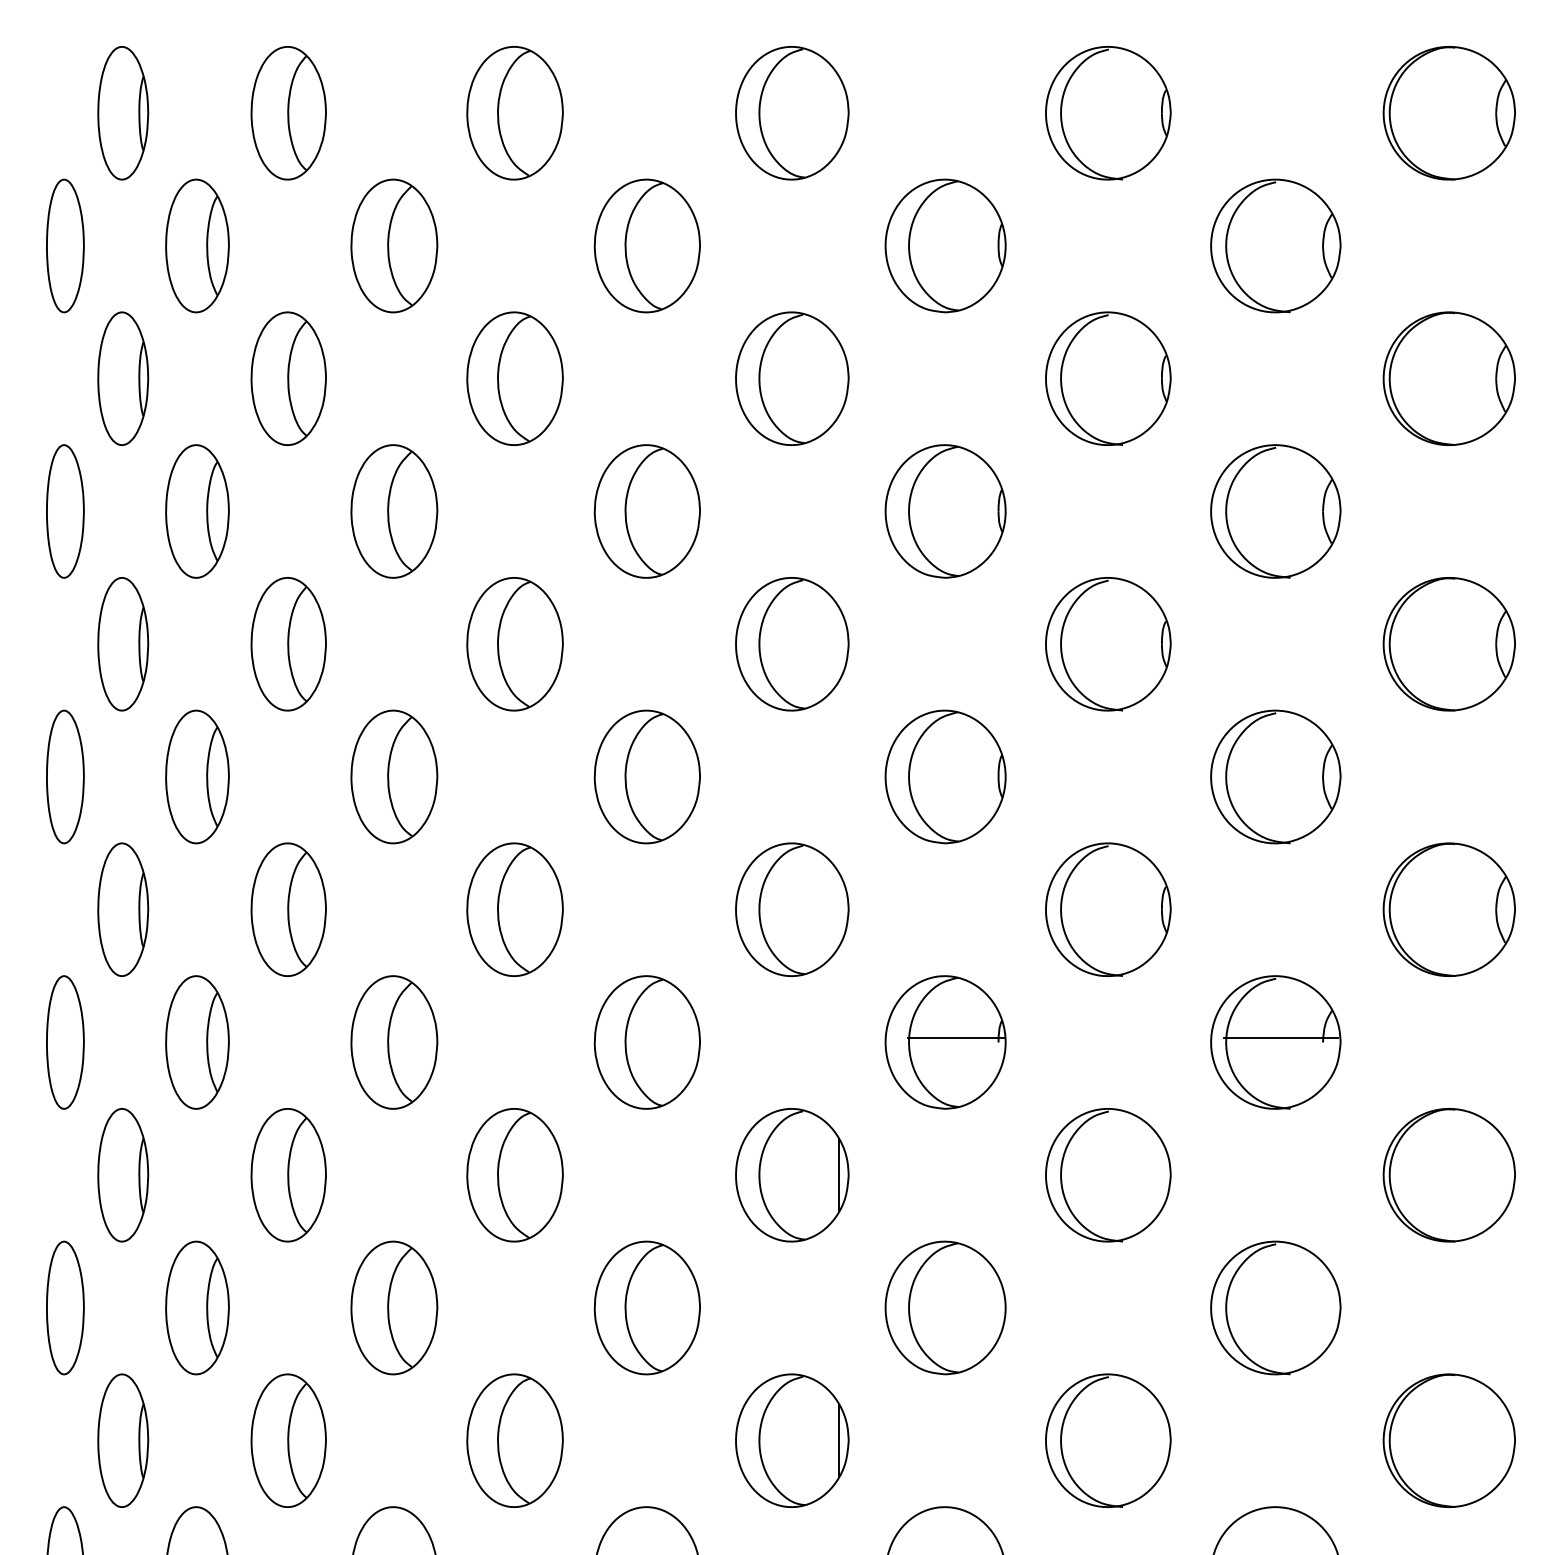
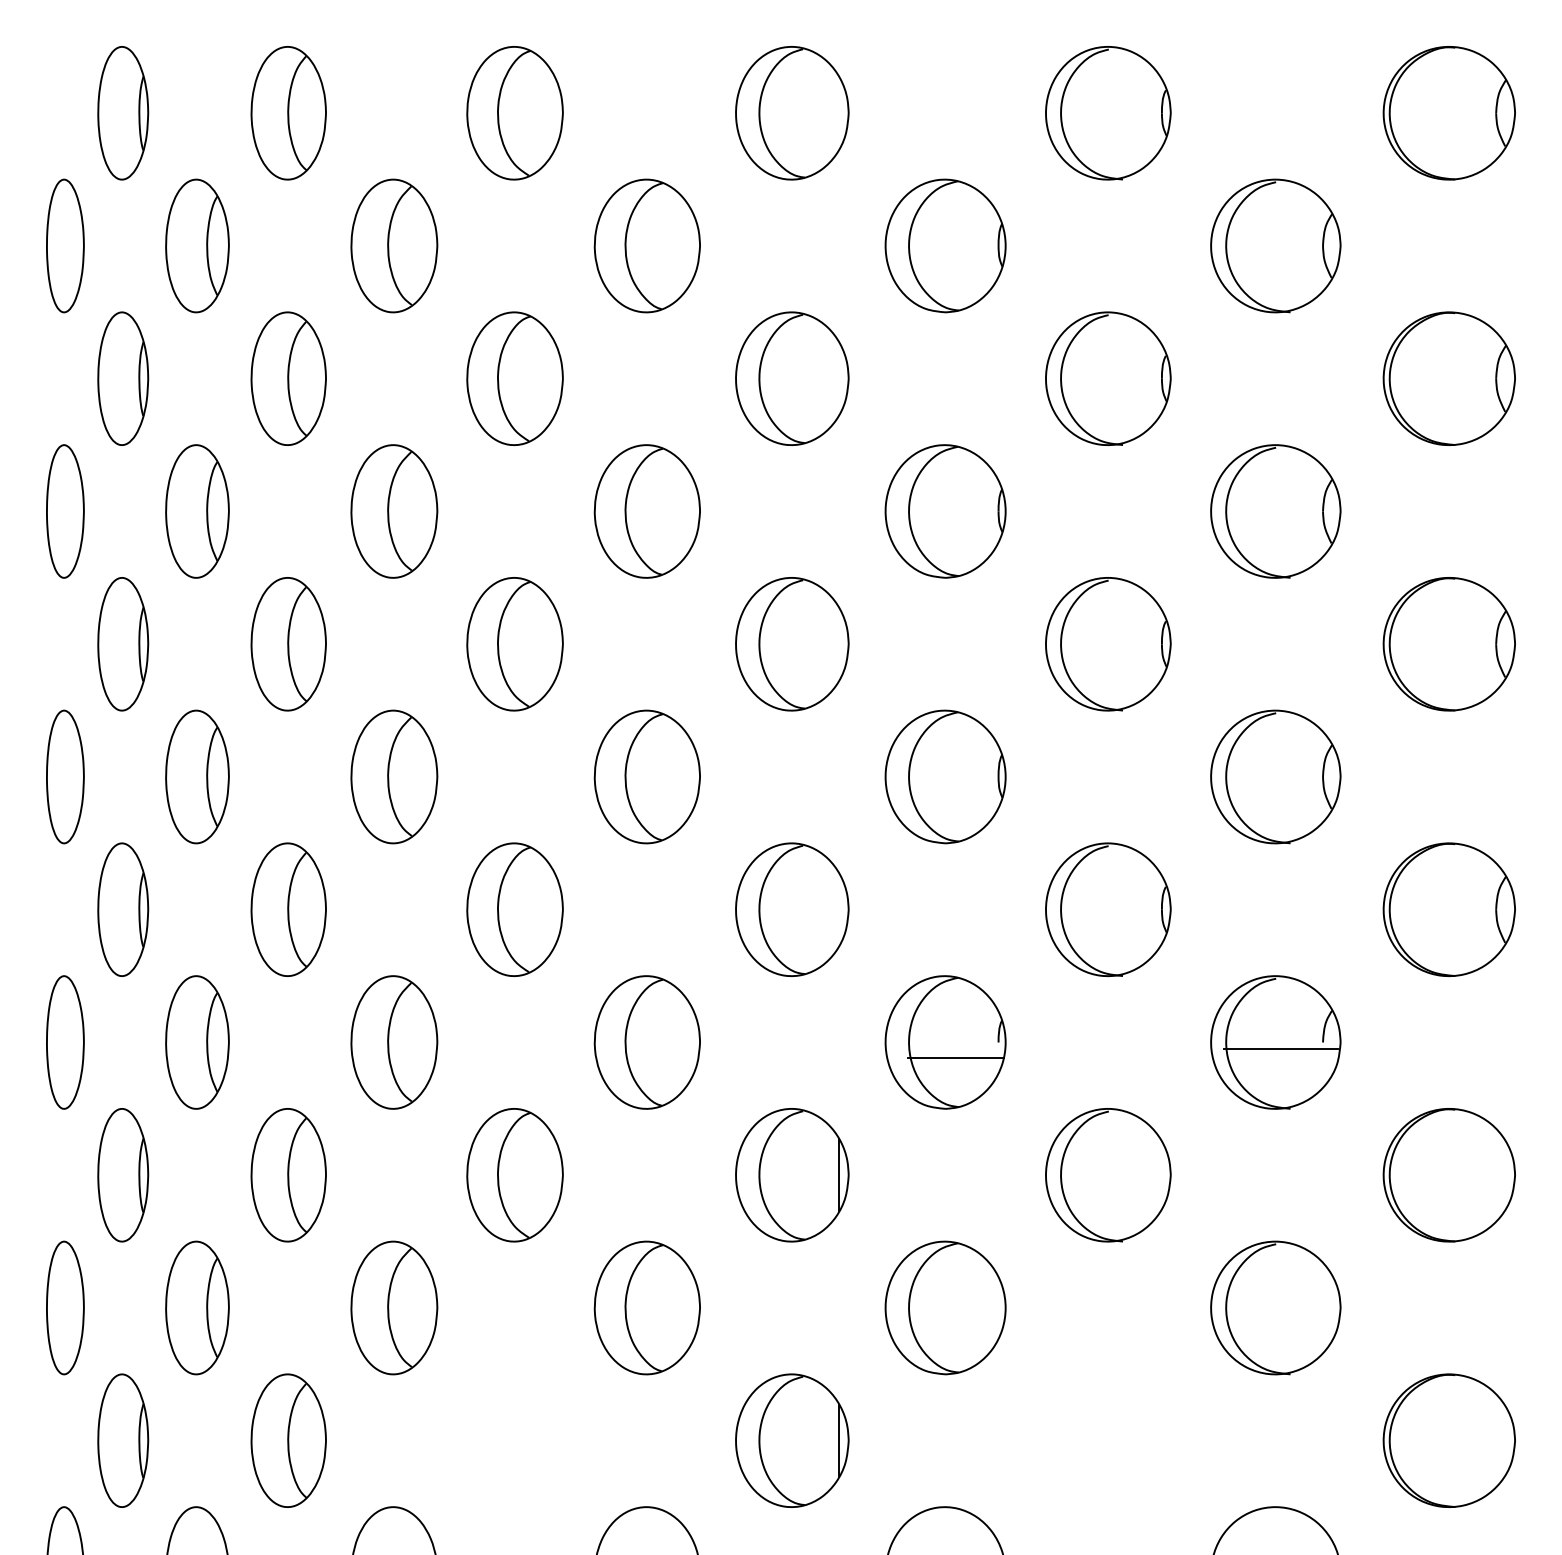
line at (955, 1038) position: (955, 1038) -> (955, 1058)
line at (1280, 1038) position: (1280, 1038) -> (1280, 1049)
part at (514, 1440): present -> none
part at (1108, 1440): present -> none
